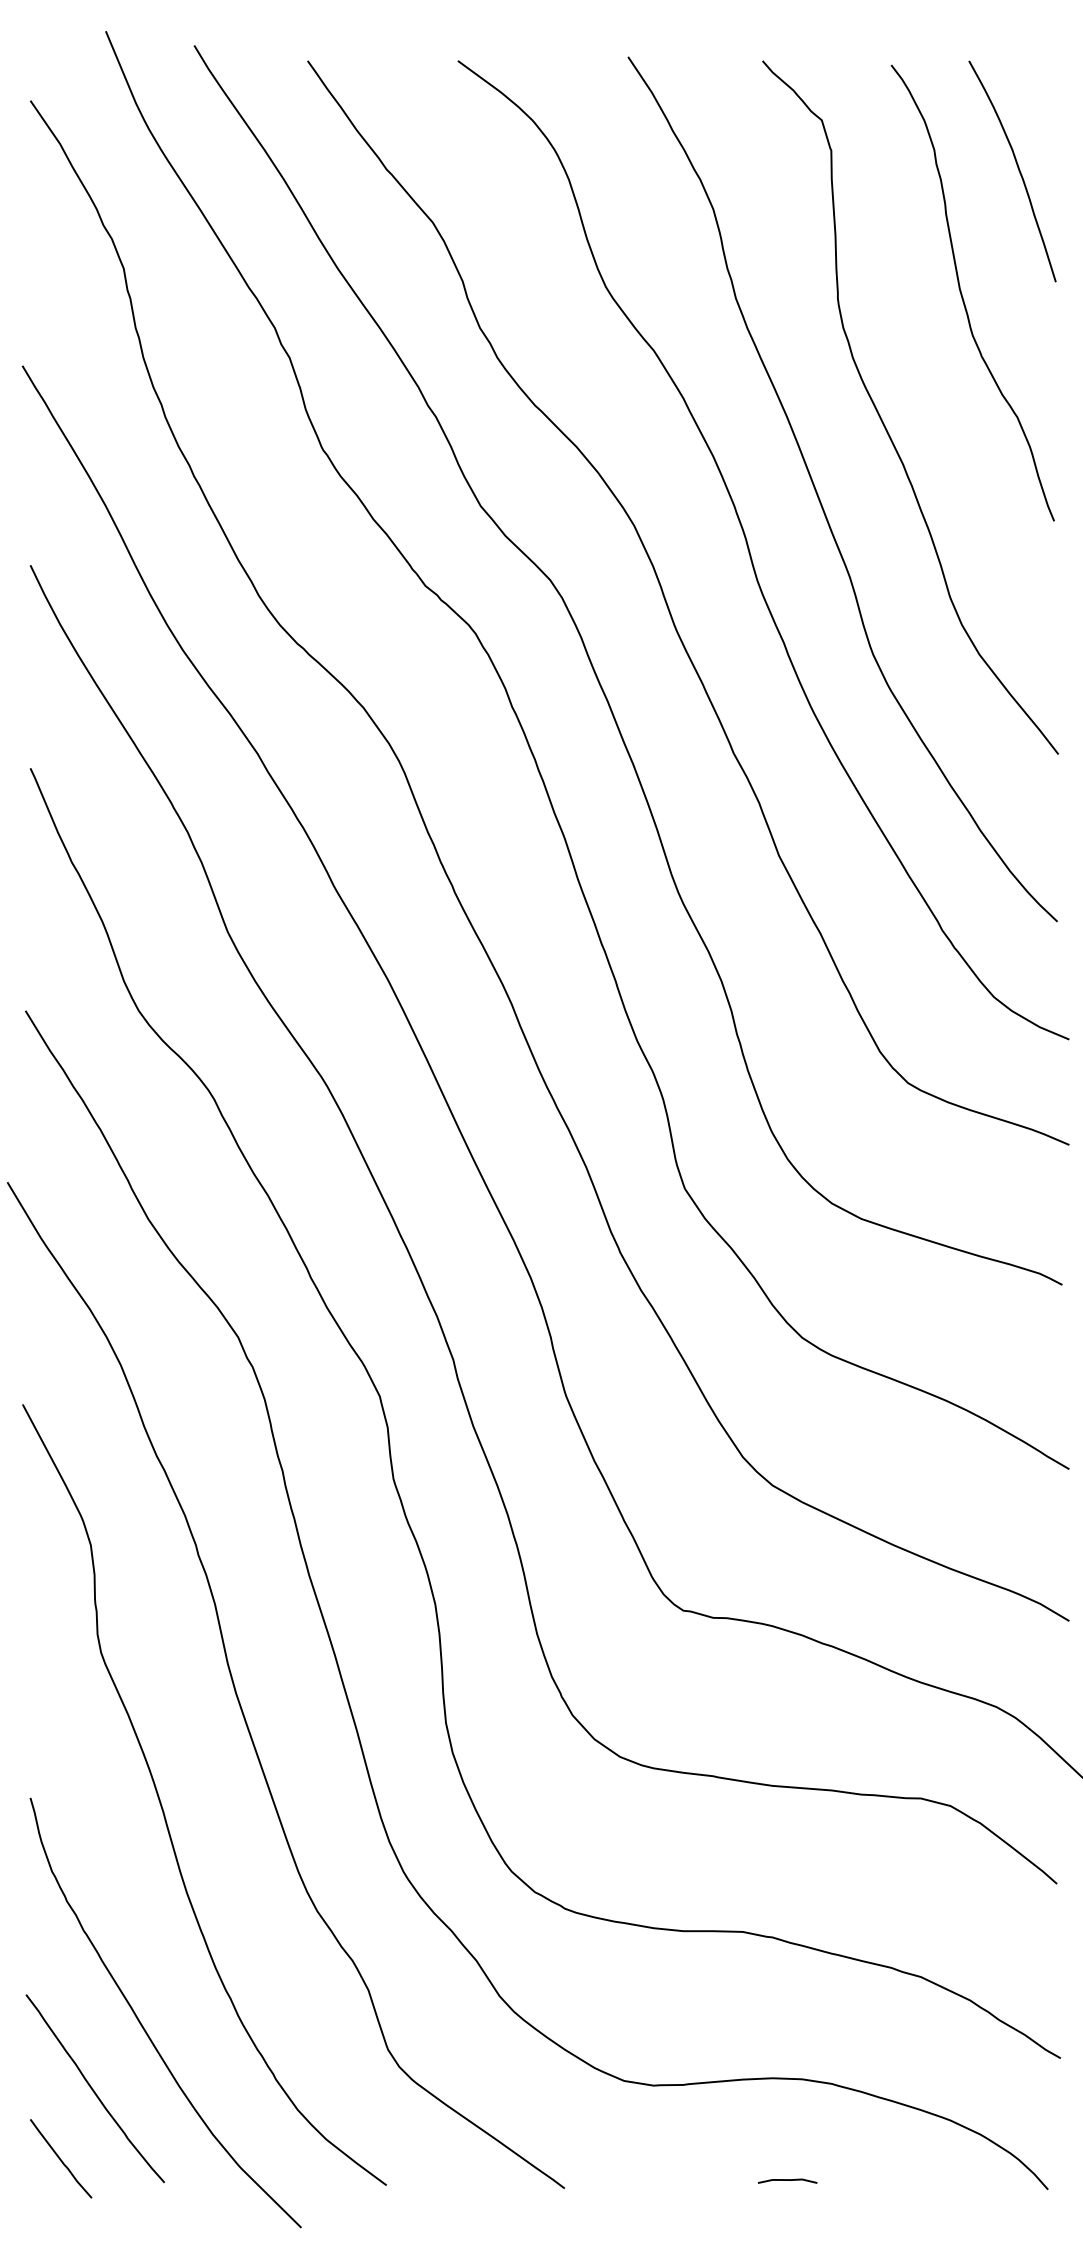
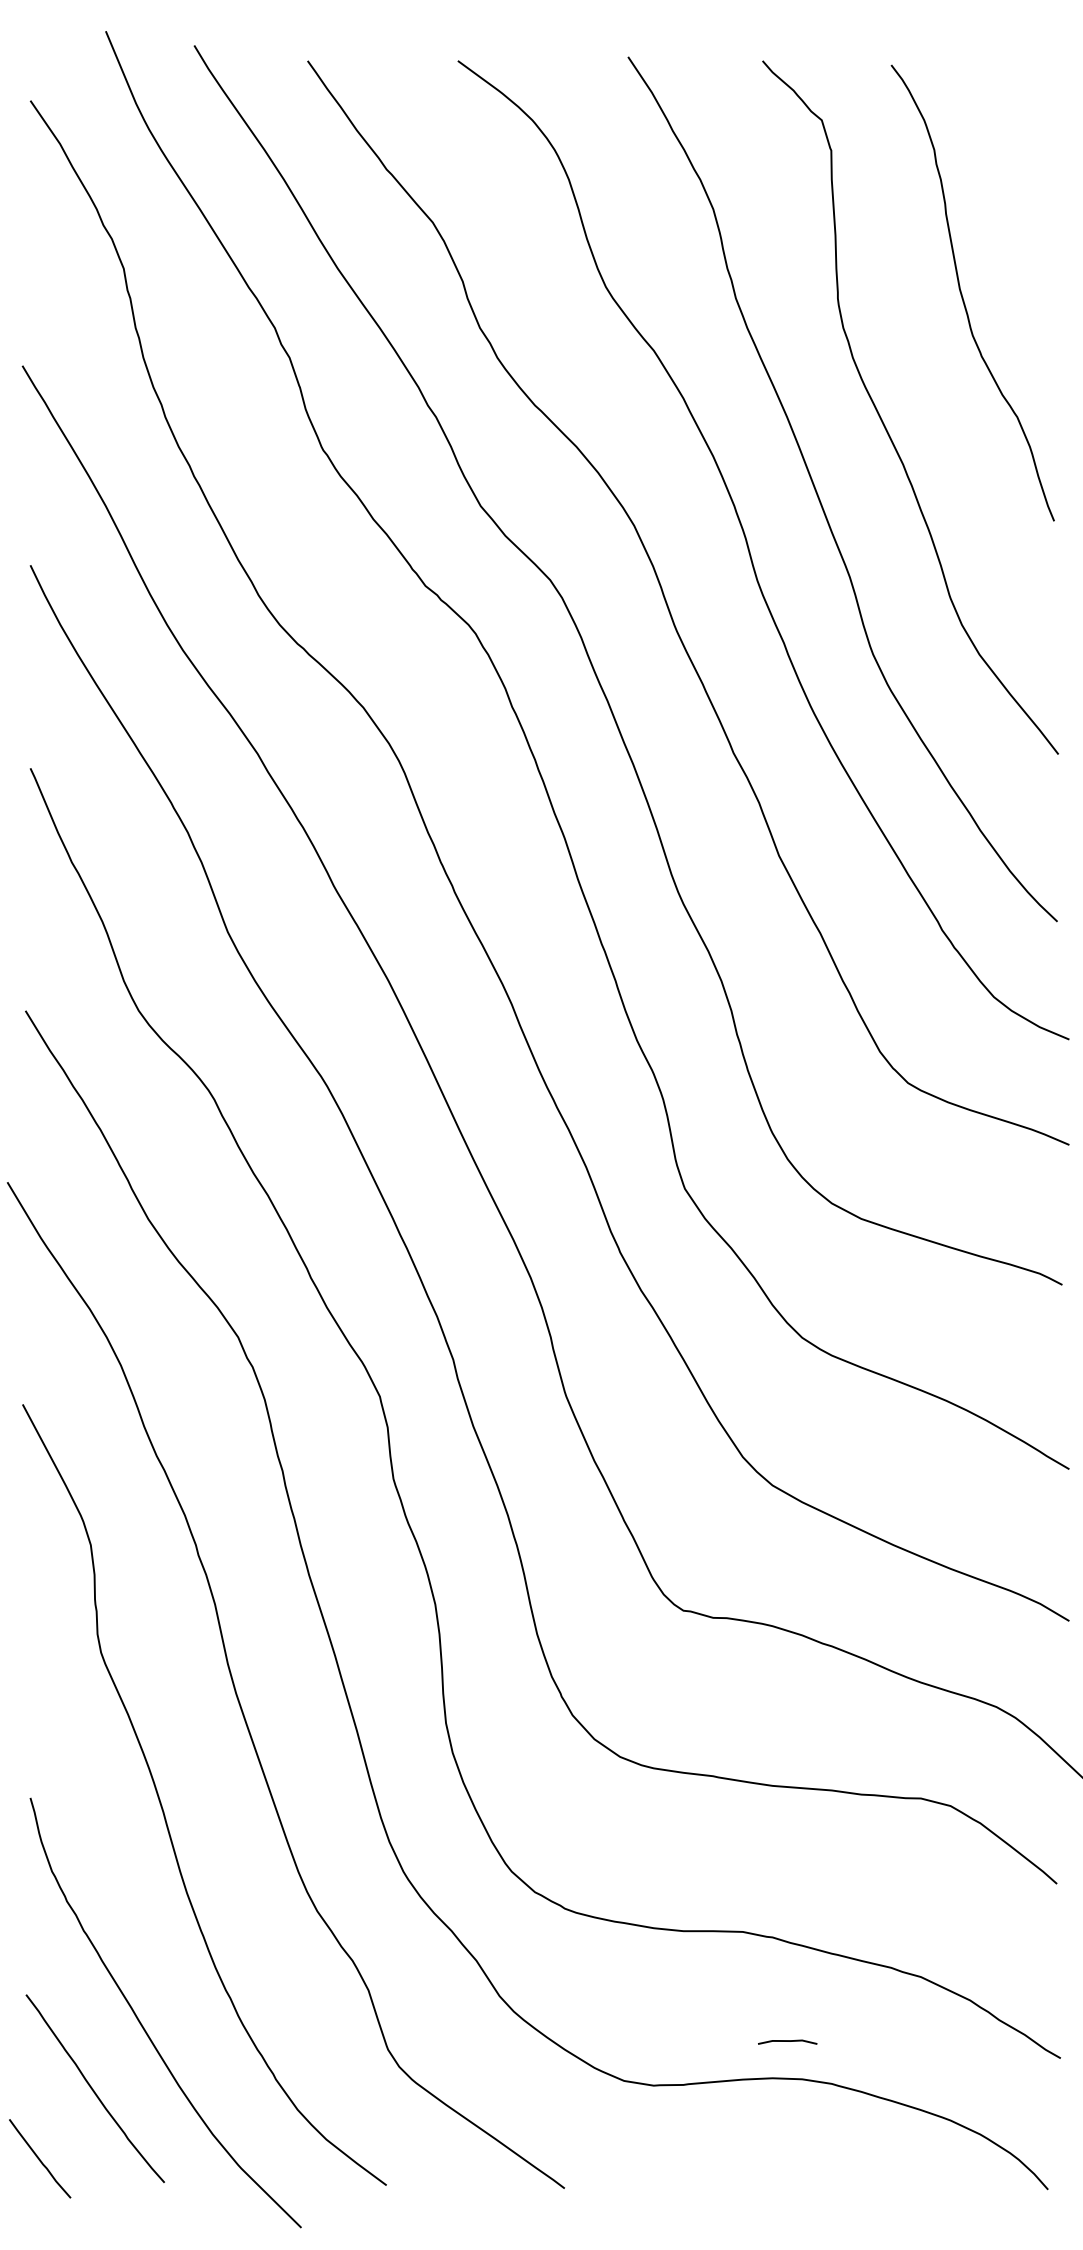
curve at (1017, 168): present -> none
curve at (60, 2158) position: (60, 2158) -> (39, 2158)
line at (787, 2180) position: (787, 2180) -> (787, 2041)
